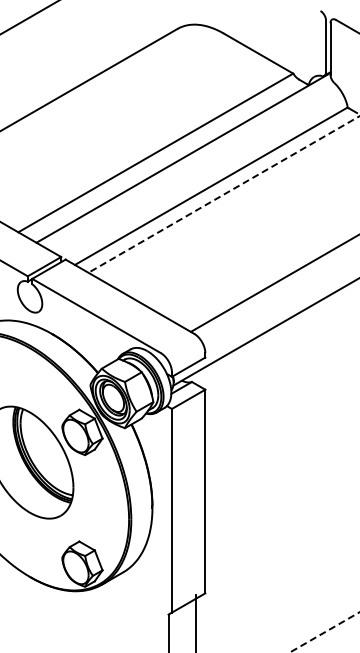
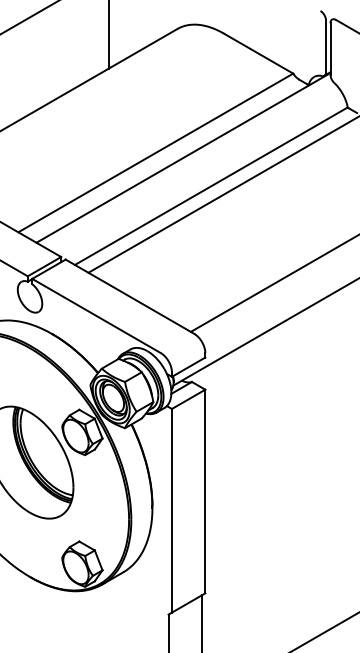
line at (108, 35): none -> present
line at (224, 194): dashed -> solid
line at (195, 622) position: (195, 622) -> (201, 622)
line at (324, 632): dashed -> solid
